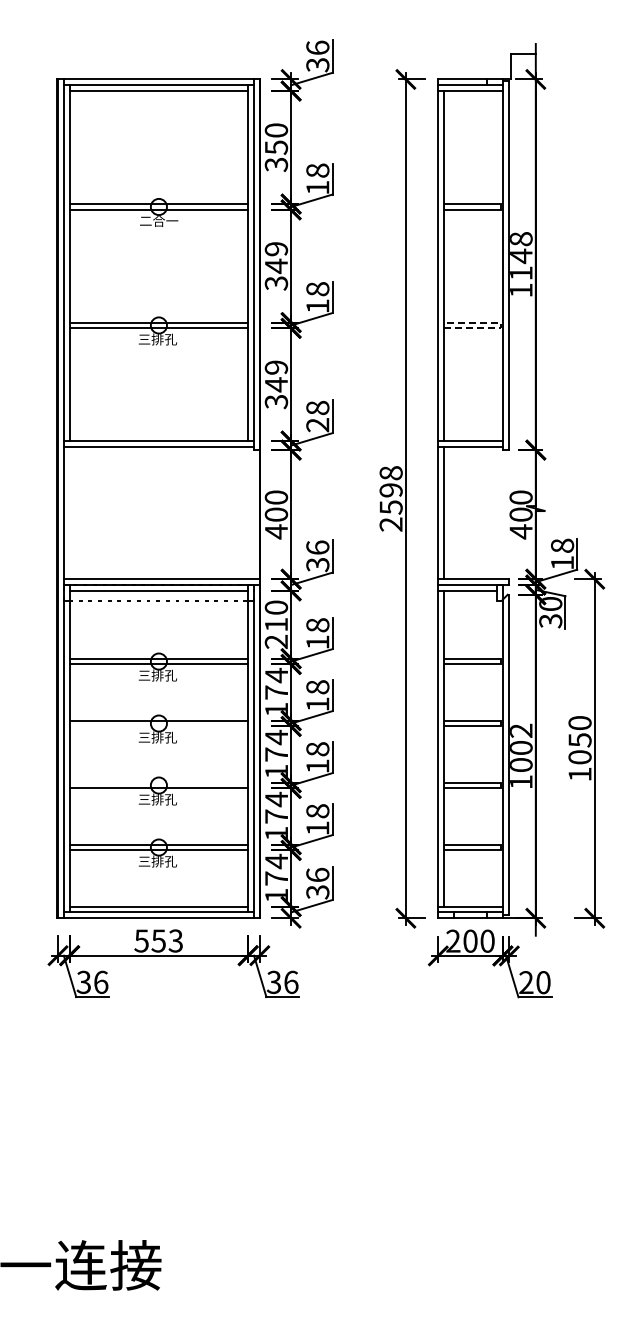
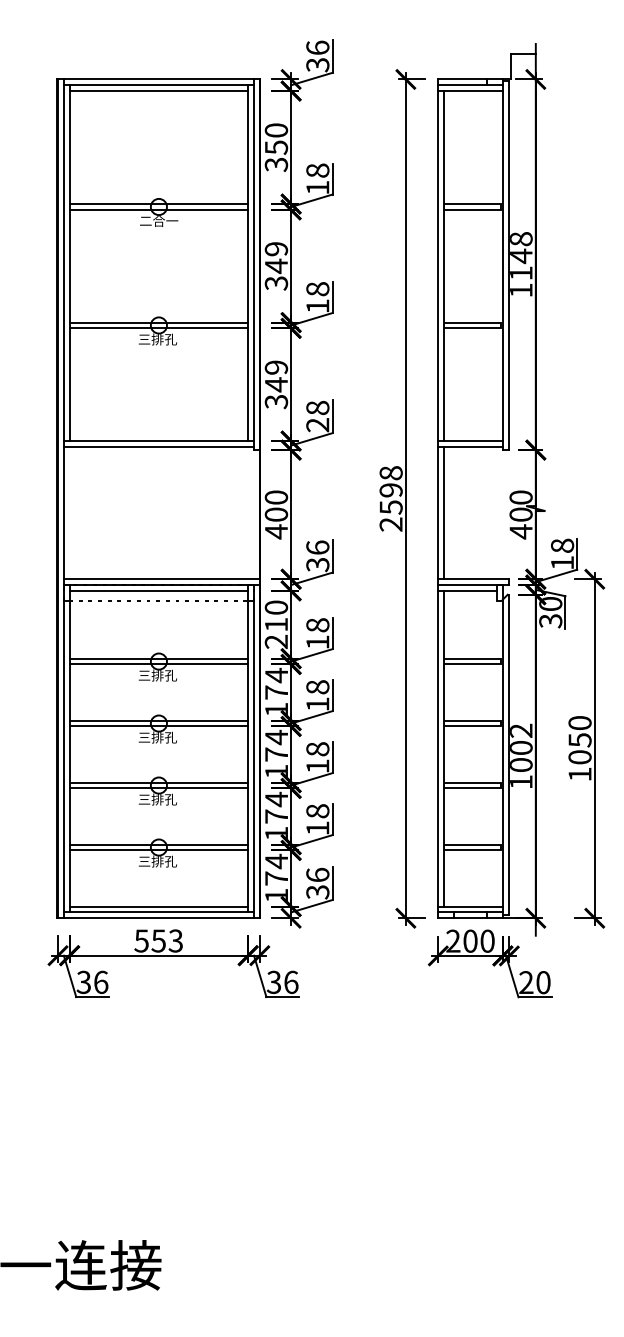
line at (501, 325): dashed -> solid
line at (158, 726): none -> present
line at (158, 782): none -> present
